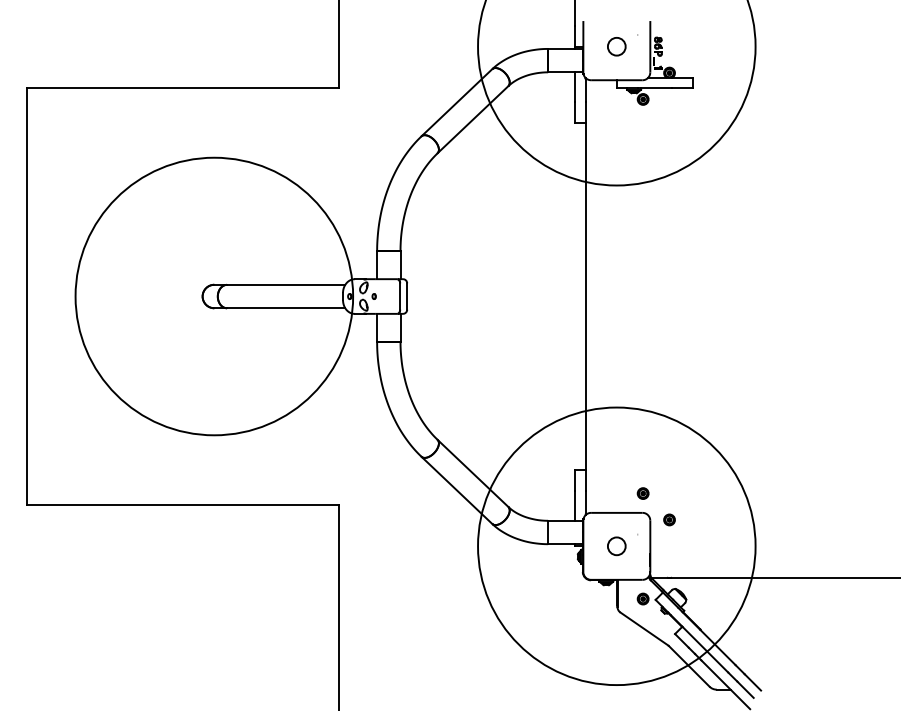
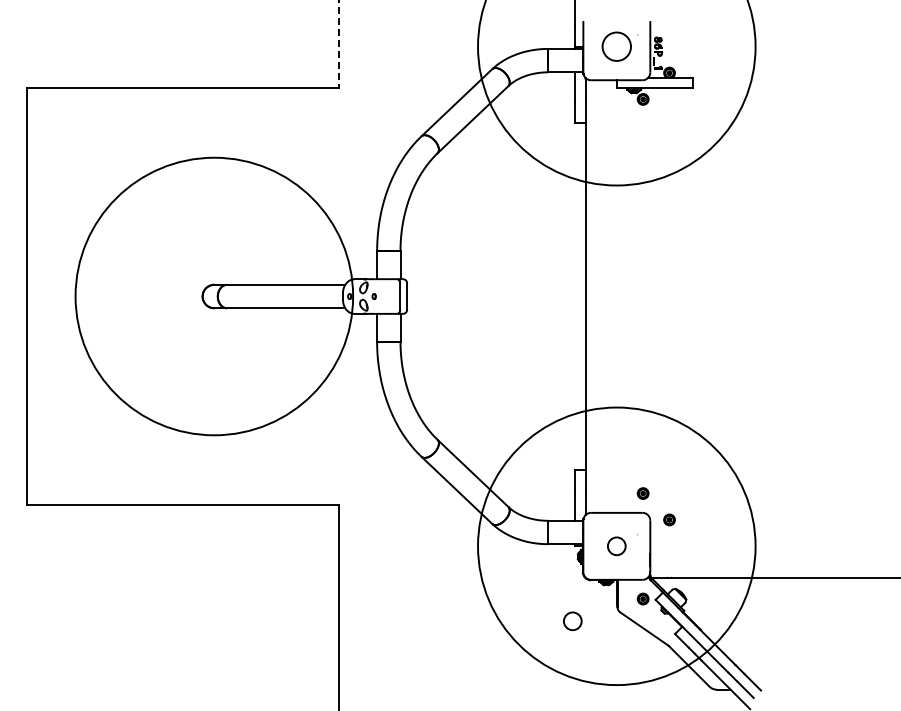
line at (339, 44): solid -> dashed
circle at (616, 46) diameter: 18 px -> 28 px
circle at (572, 621): none -> present
